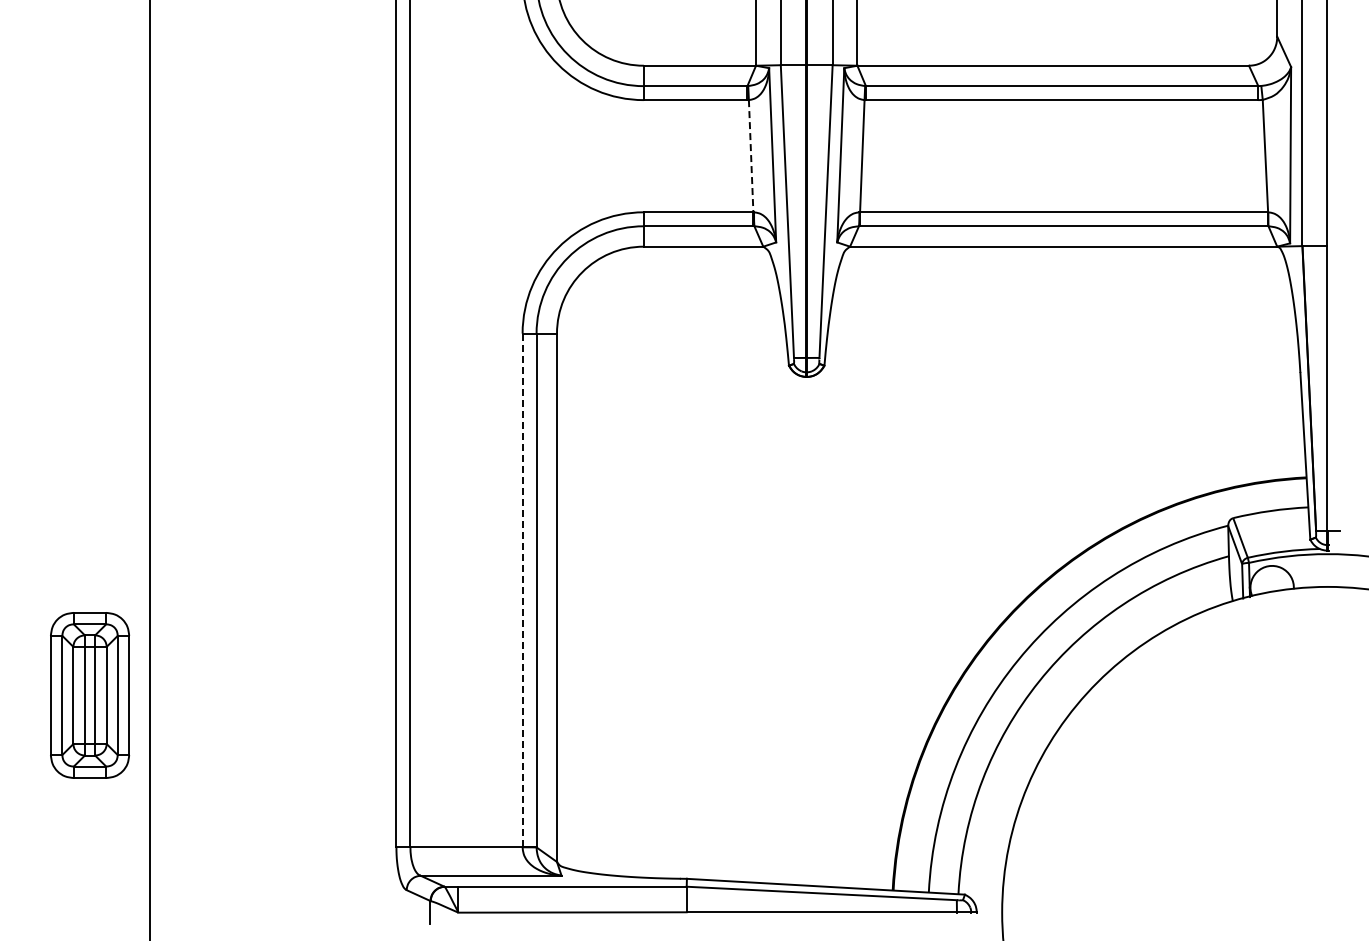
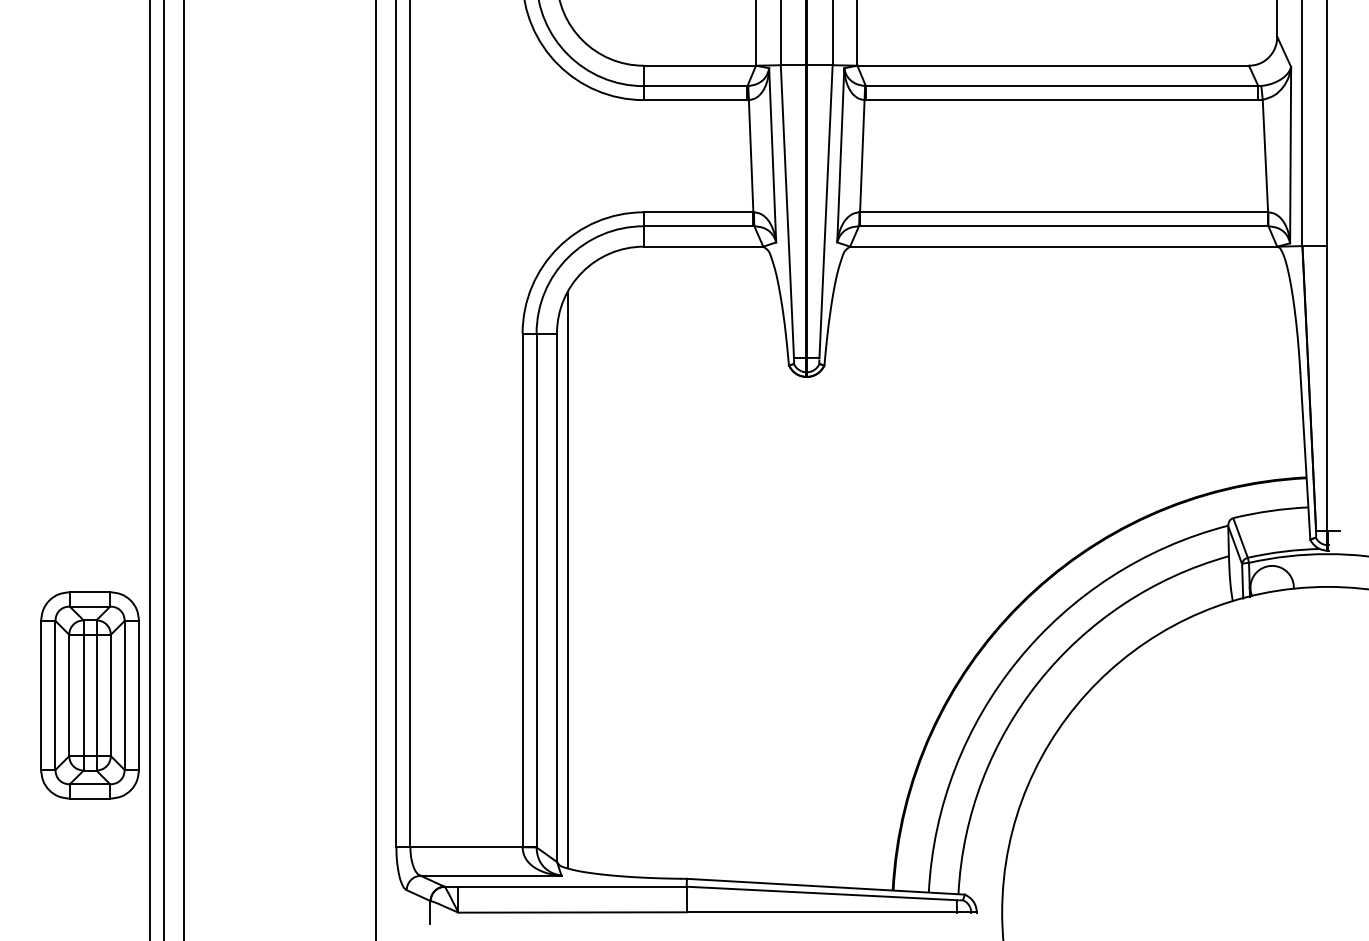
line at (751, 156): dashed -> solid
line at (163, 469): none -> present
line at (184, 469): none -> present
line at (376, 469): none -> present
line at (567, 580): none -> present
line at (522, 590): dashed -> solid
part at (90, 695) size: 81x167 px -> 100x209 px
